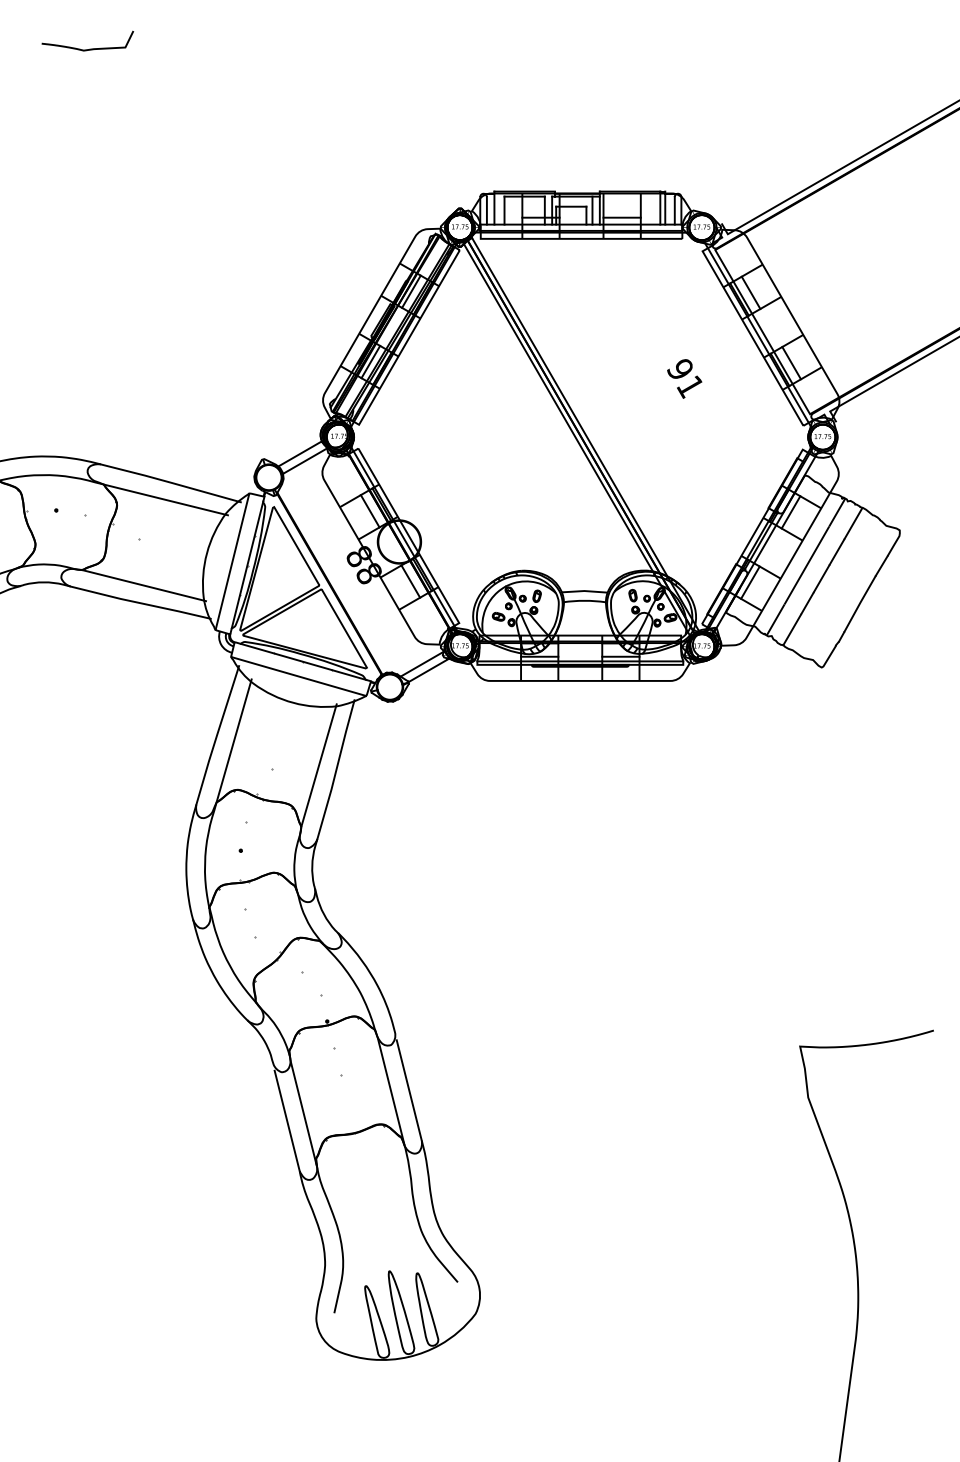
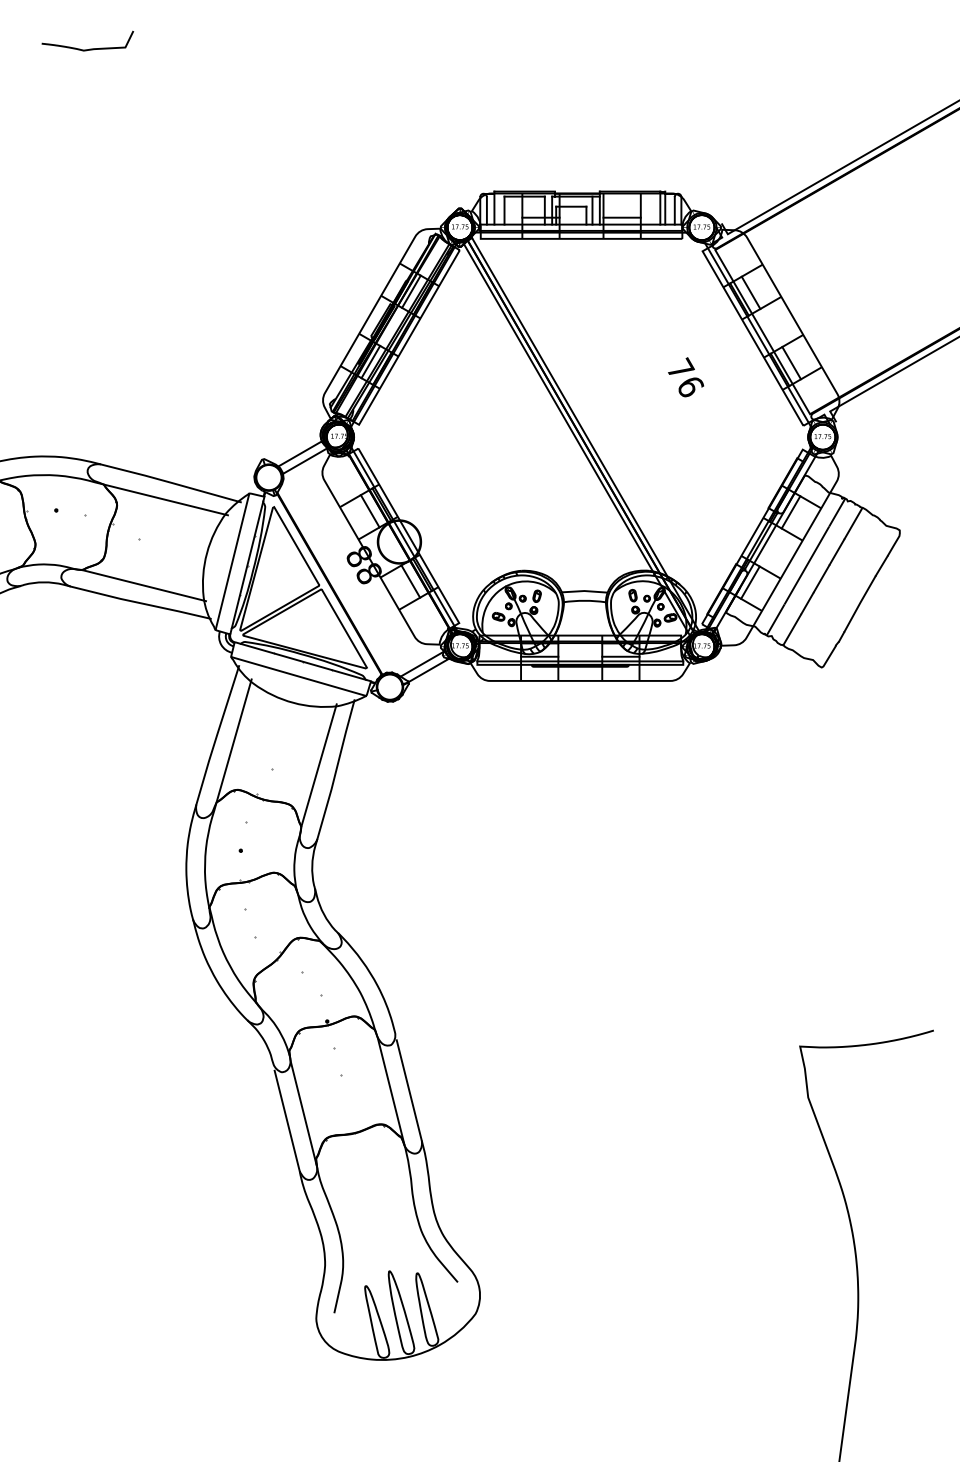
text at (685, 377): 91 -> 76
